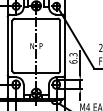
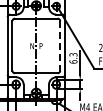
line at (60, 45): solid -> dashed
